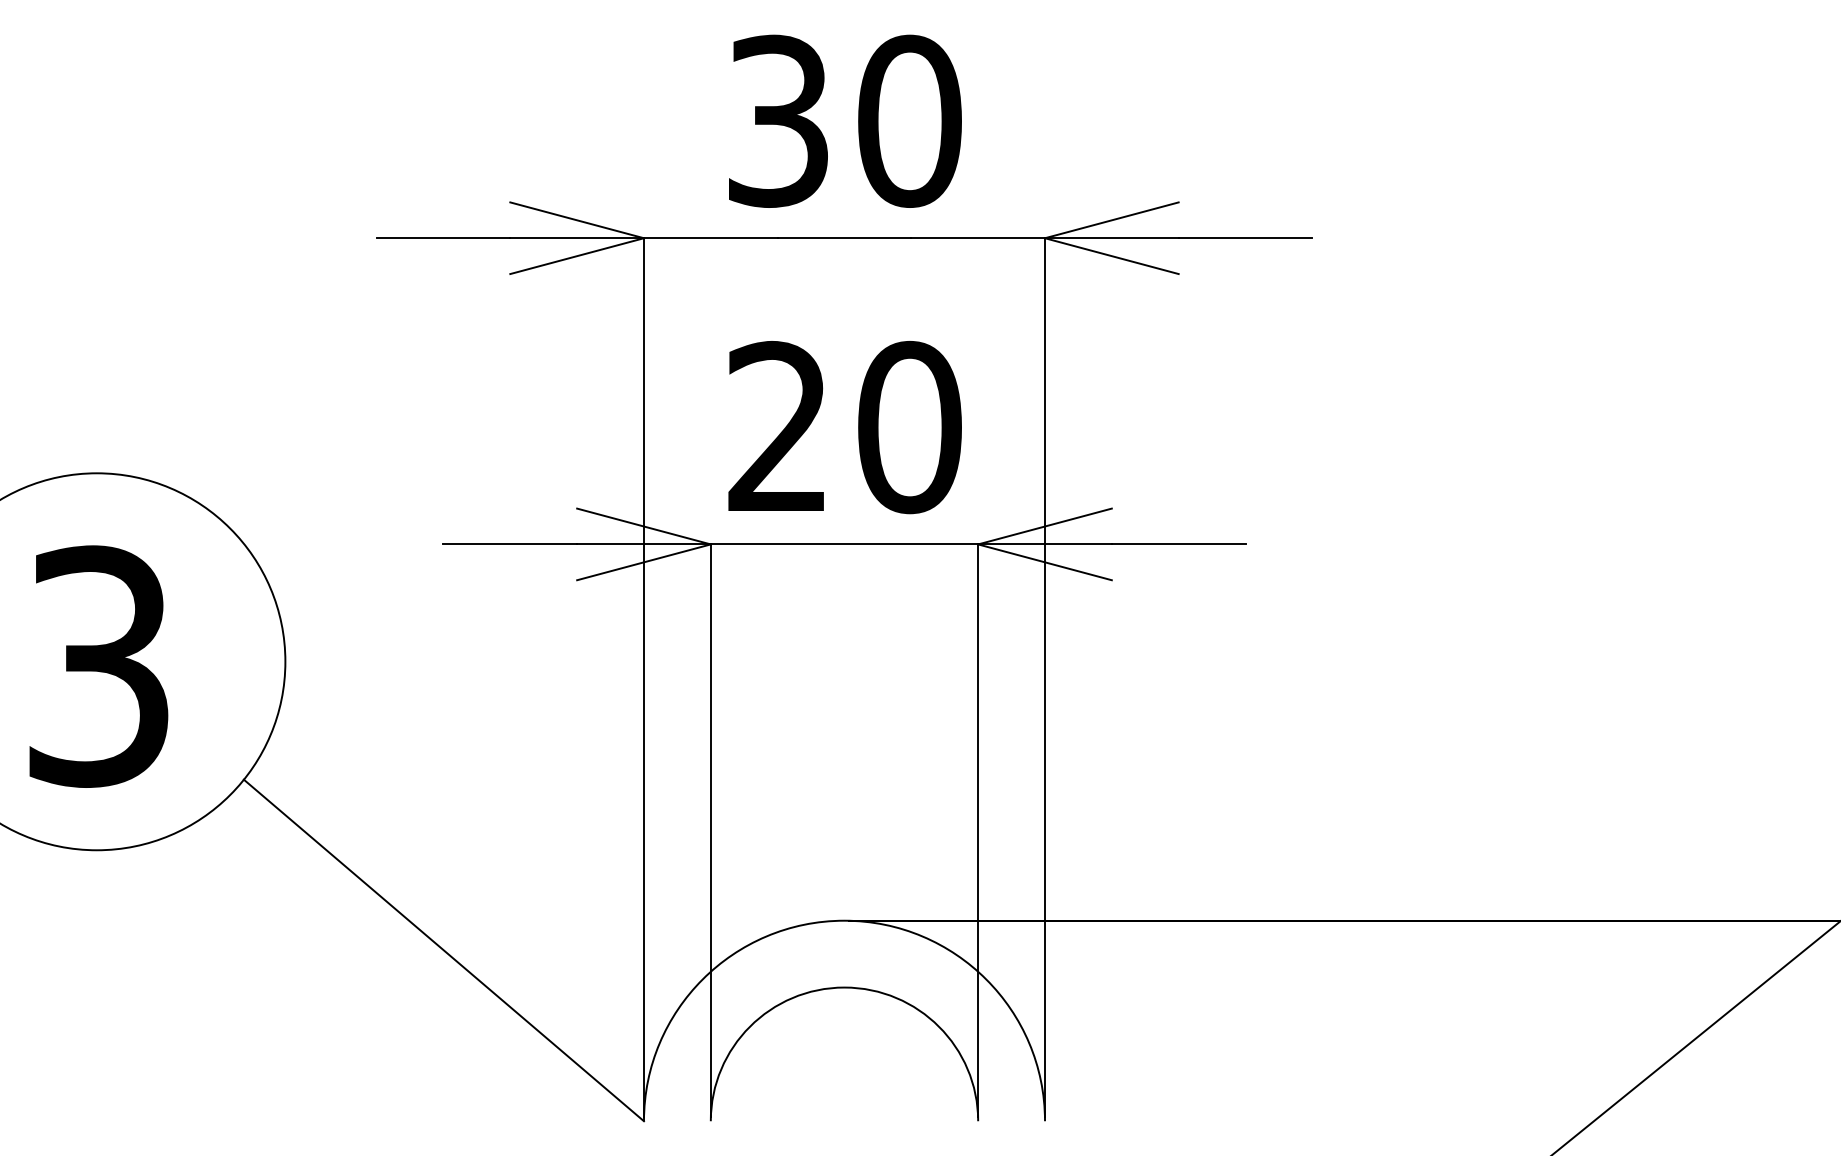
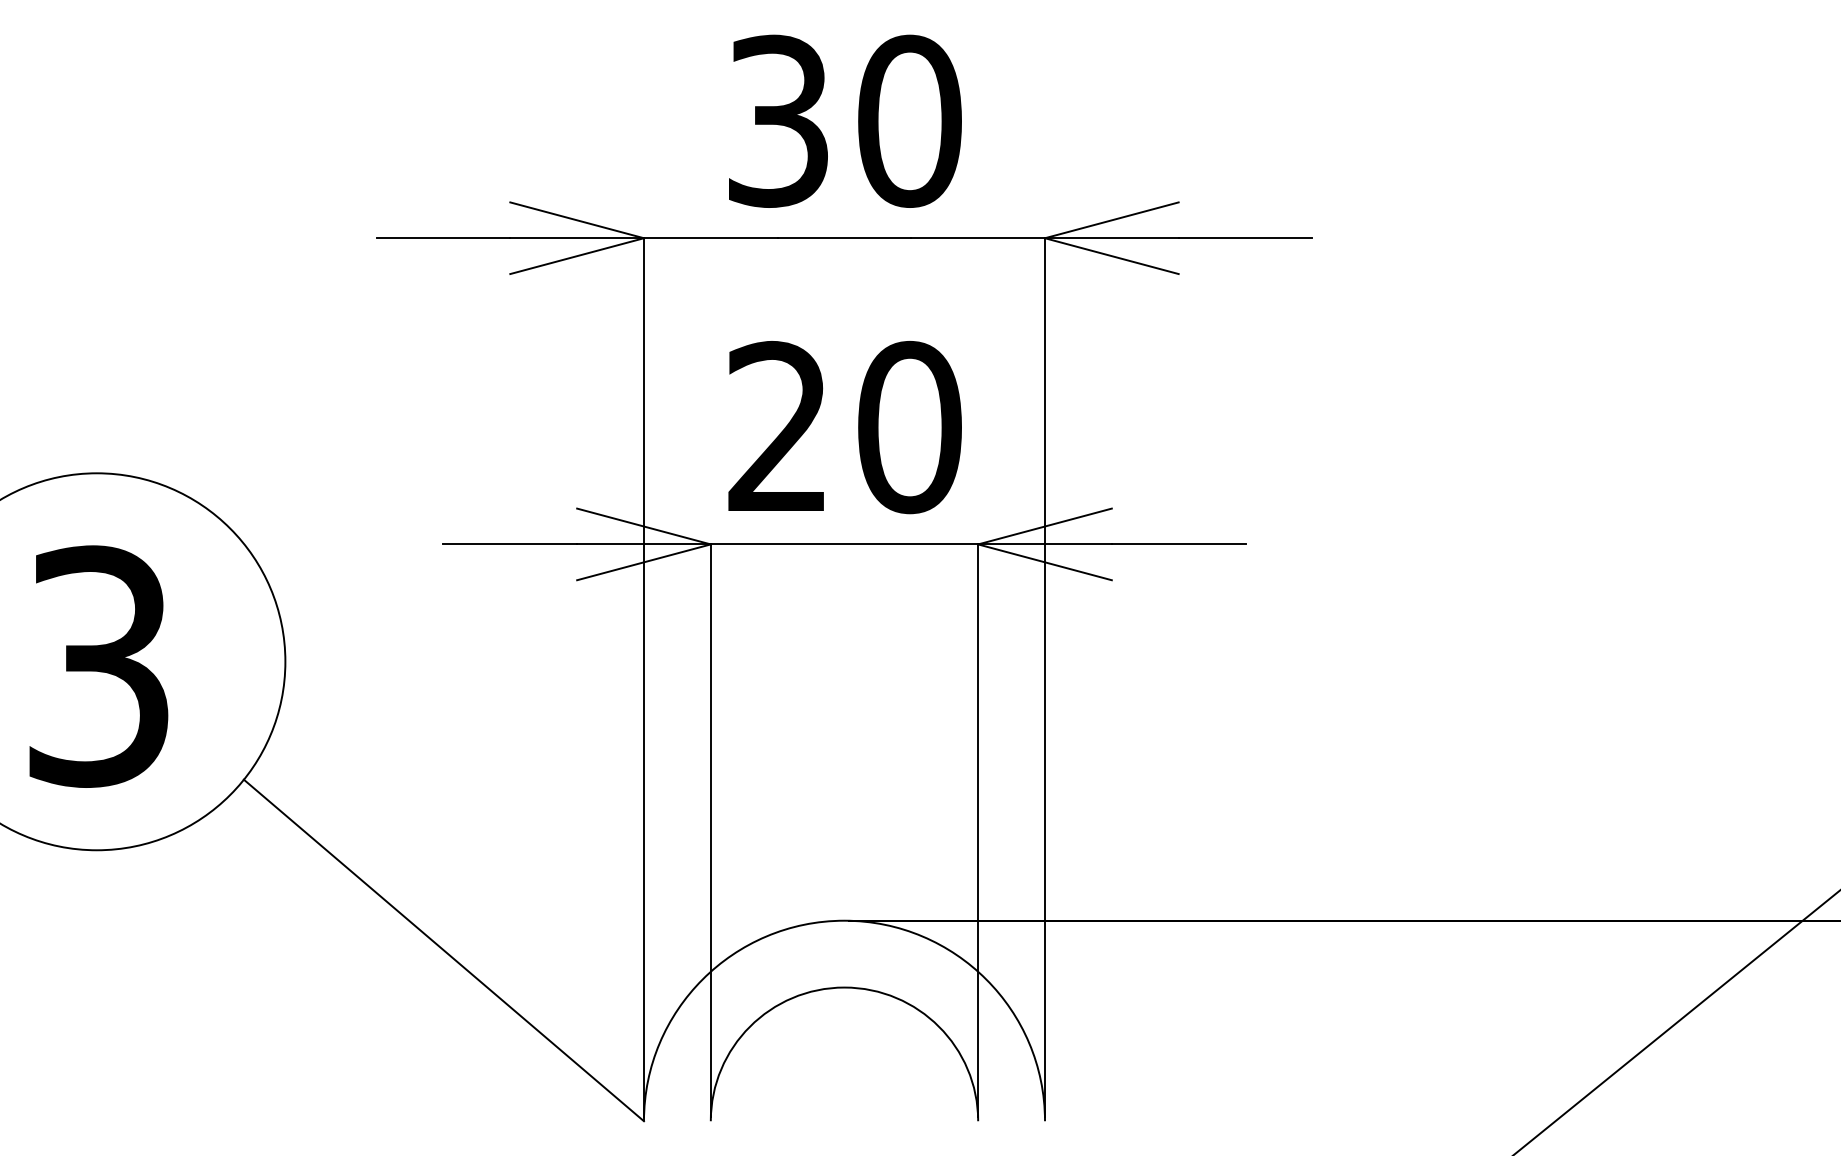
line at (1696, 1037) position: (1696, 1037) -> (1676, 1022)
